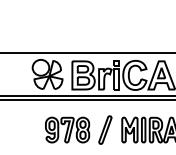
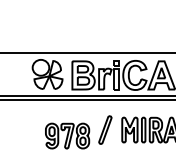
part at (67, 129) position: (67, 129) -> (67, 135)
